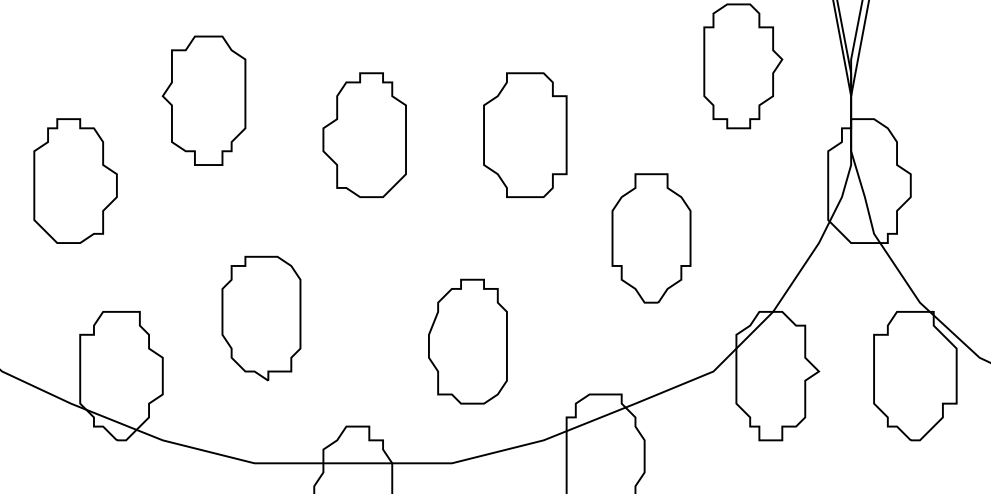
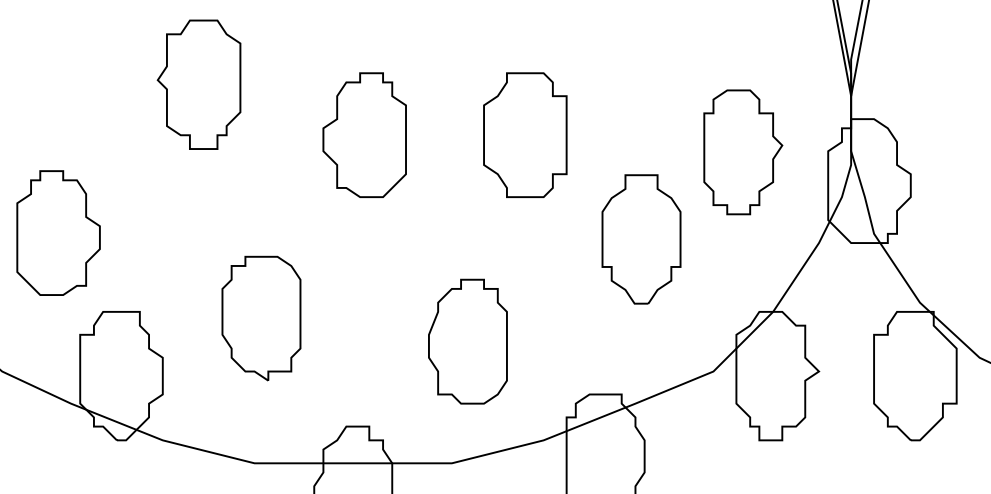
part at (743, 66) position: (743, 66) -> (743, 152)
part at (203, 100) position: (203, 100) -> (198, 84)
part at (75, 180) position: (75, 180) -> (58, 232)
part at (651, 238) position: (651, 238) -> (641, 239)
